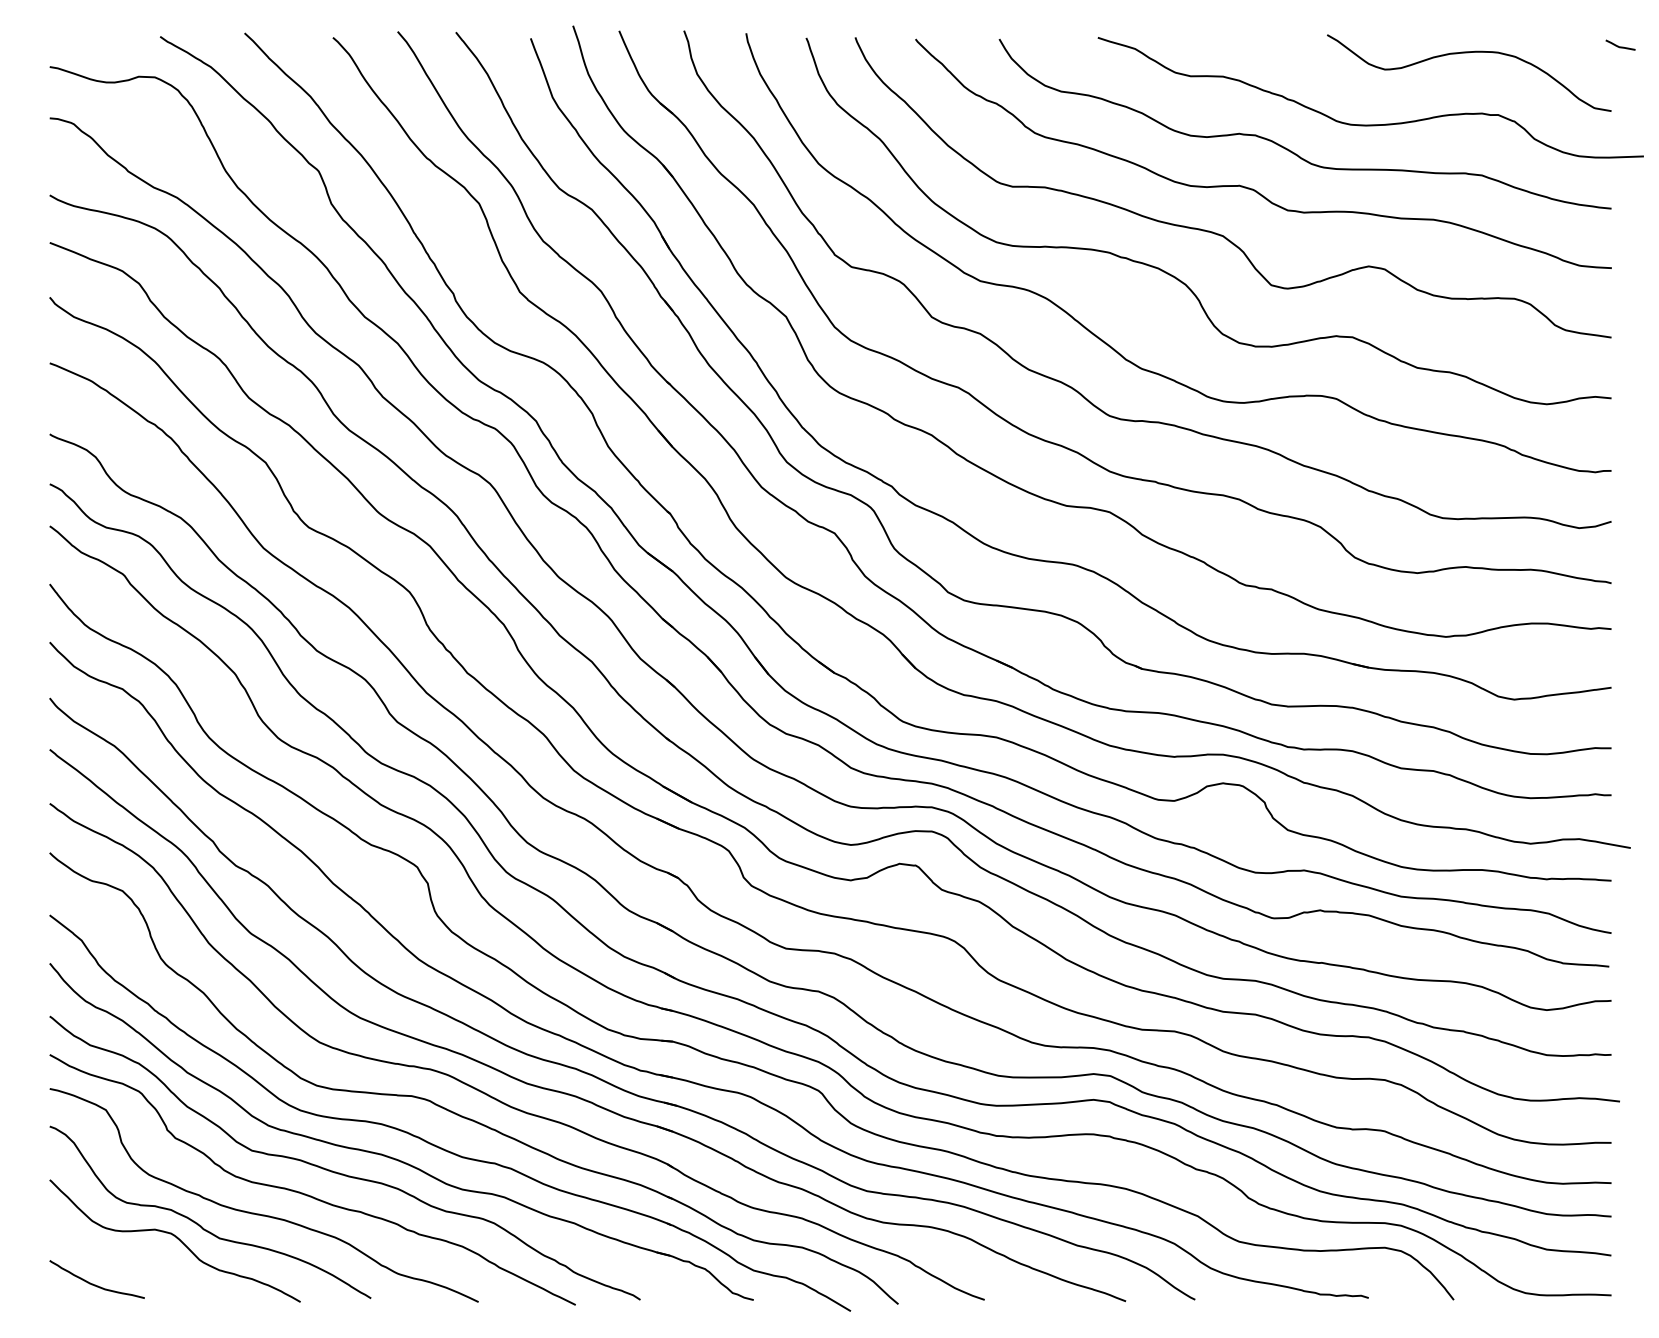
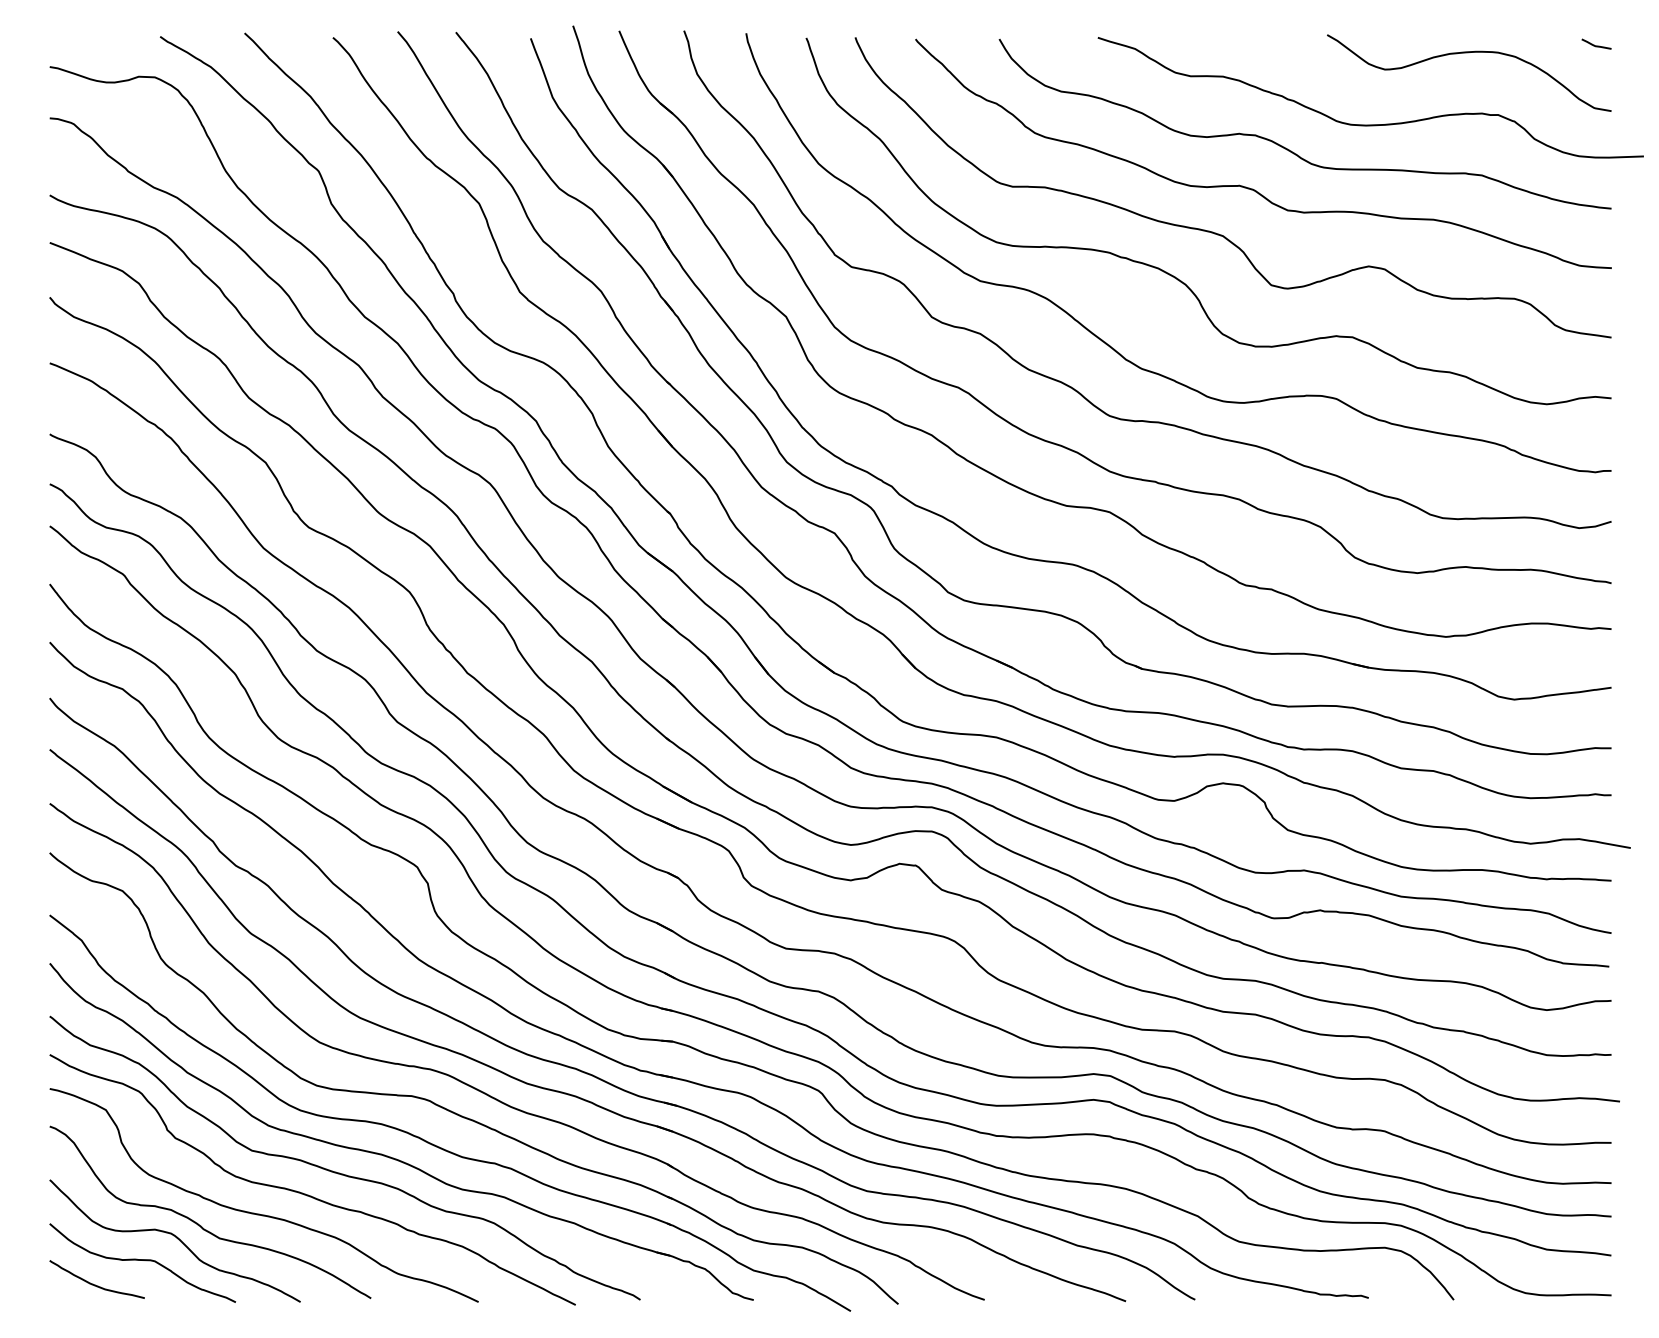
curve at (1620, 46) position: (1620, 46) -> (1596, 45)
curve at (142, 1260): none -> present
